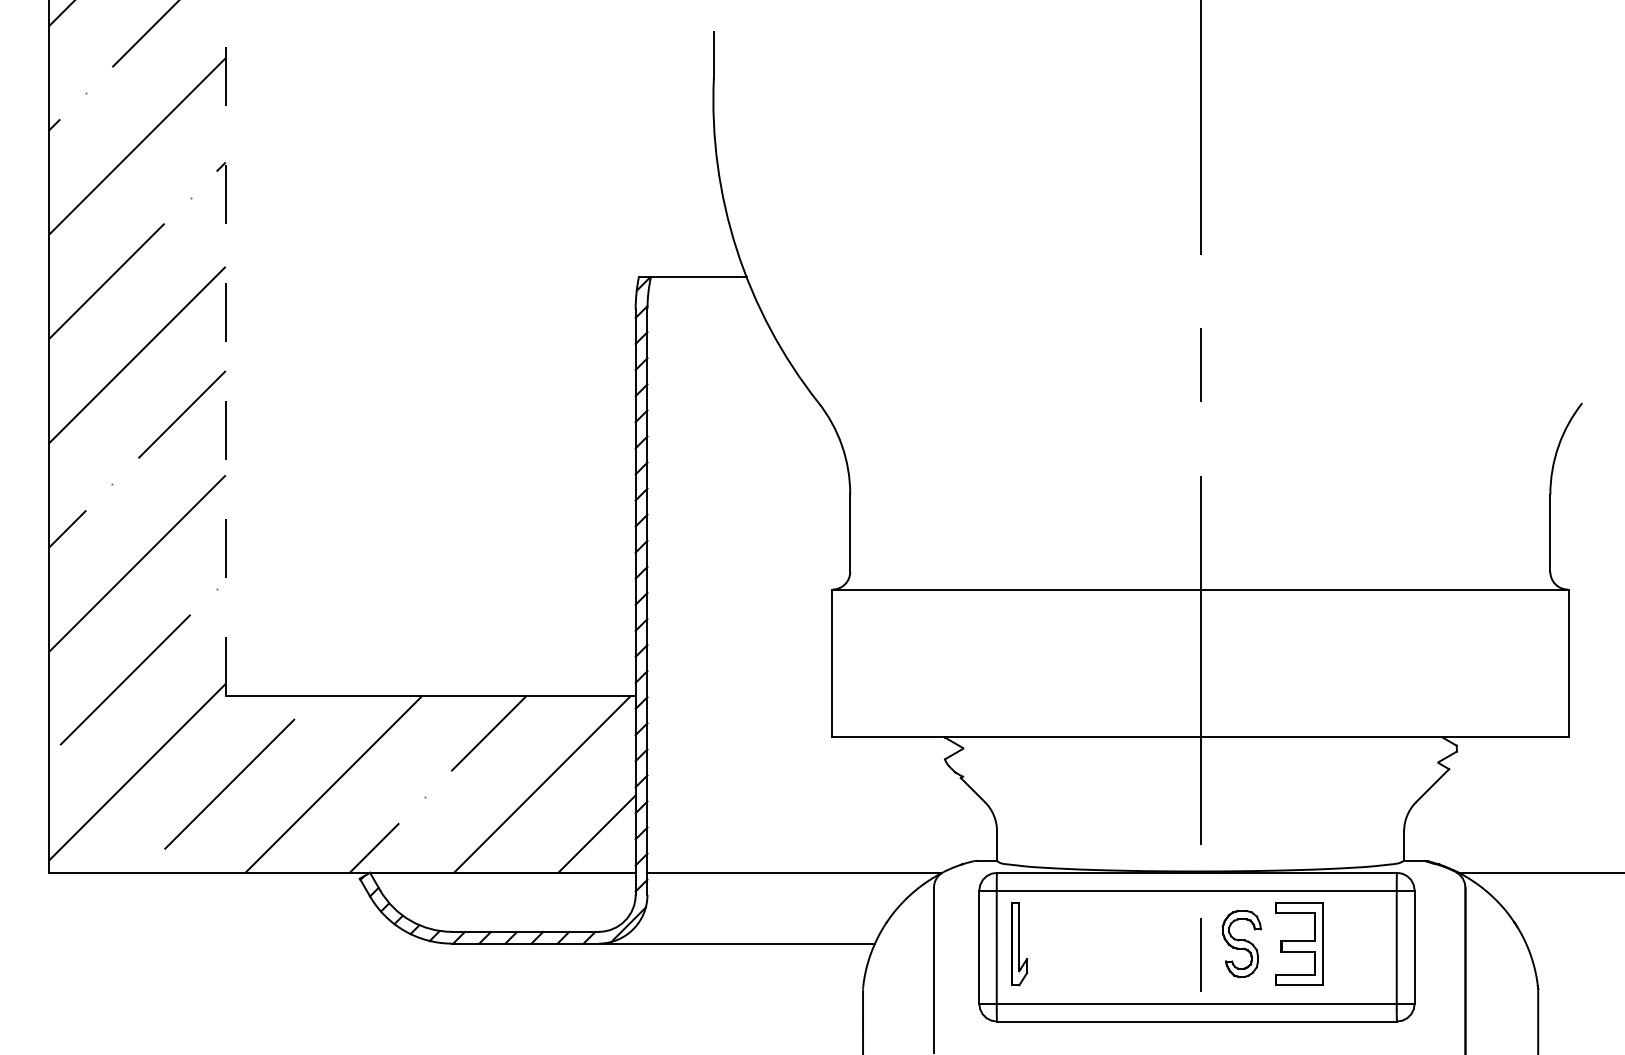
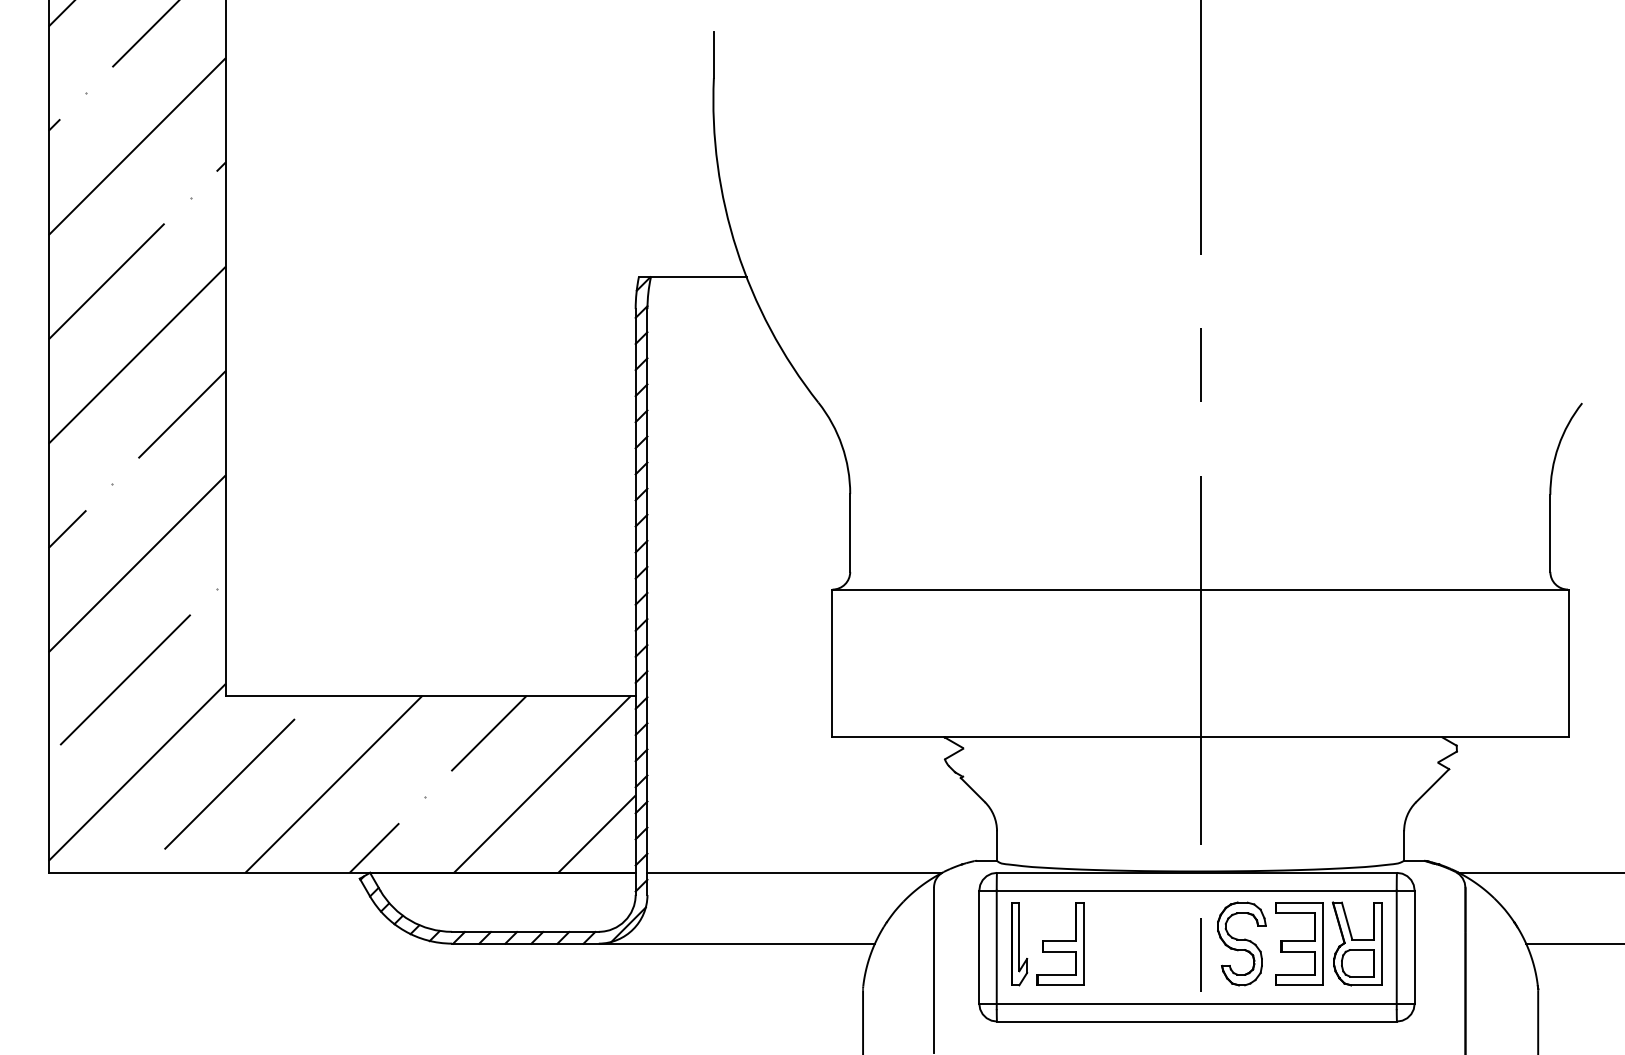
line at (225, 348): dashed -> solid
part at (1060, 943): none -> present
part at (1241, 943) size: 41x70 px -> 50x86 px
part at (1356, 943): none -> present
line at (1573, 943): none -> present
